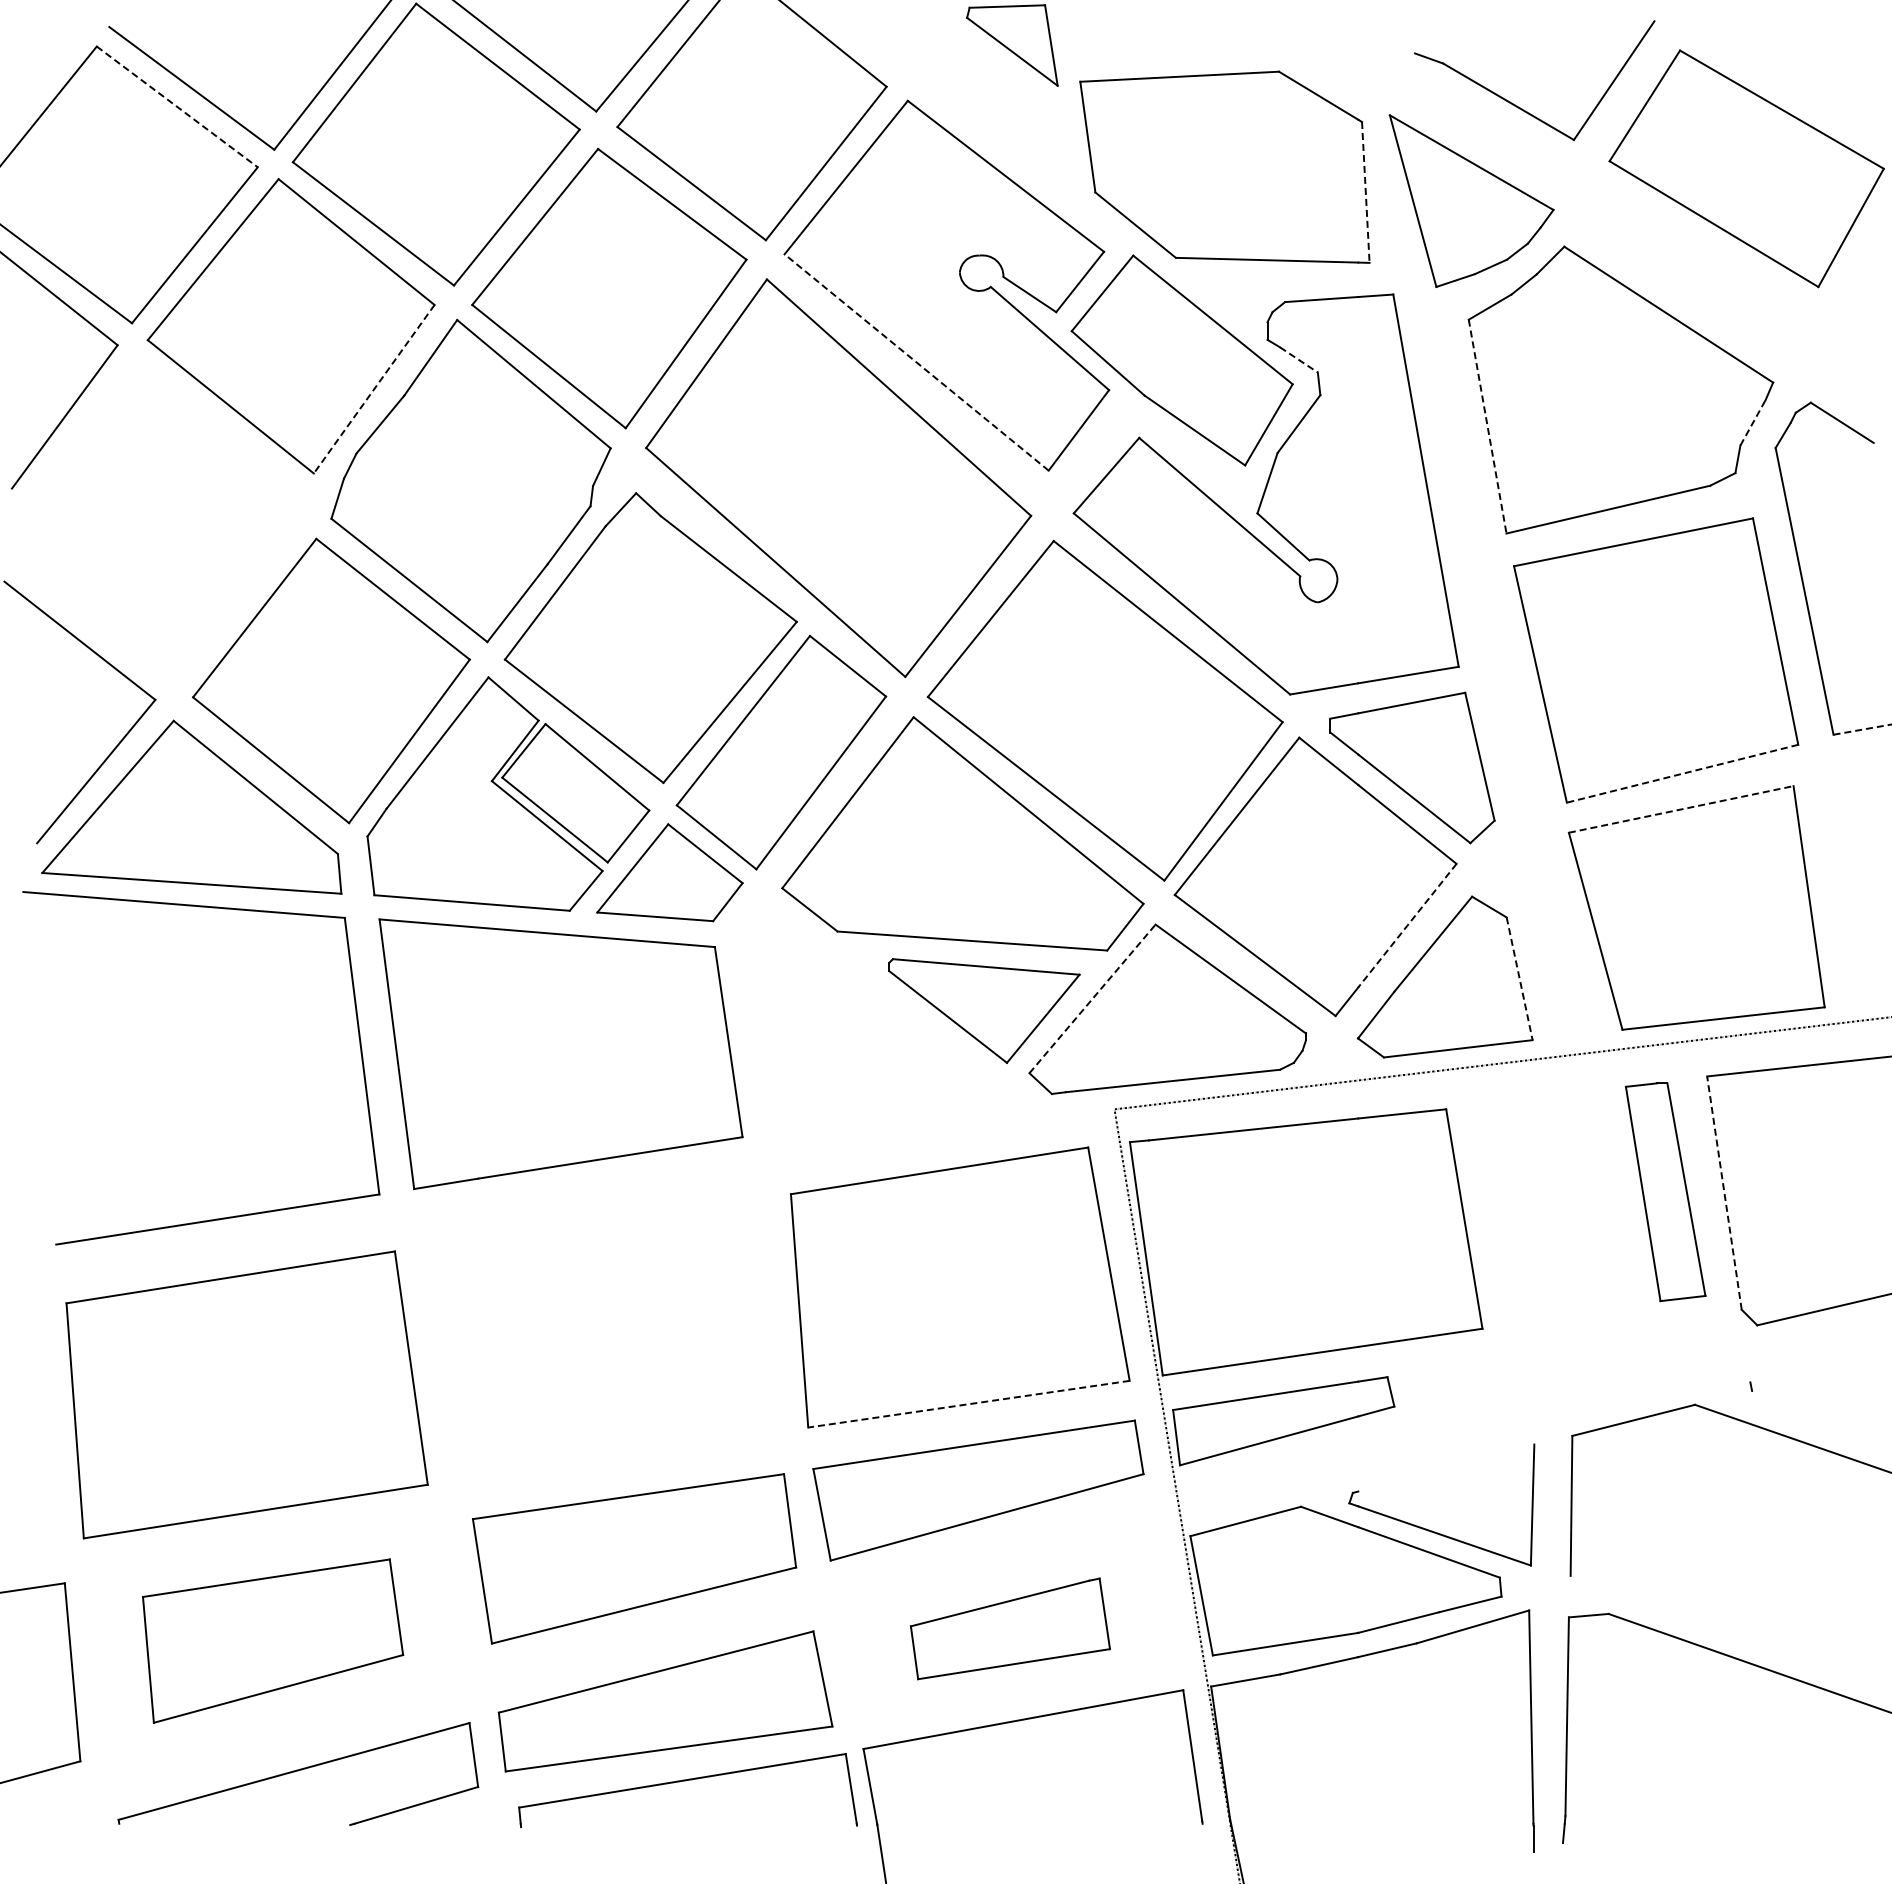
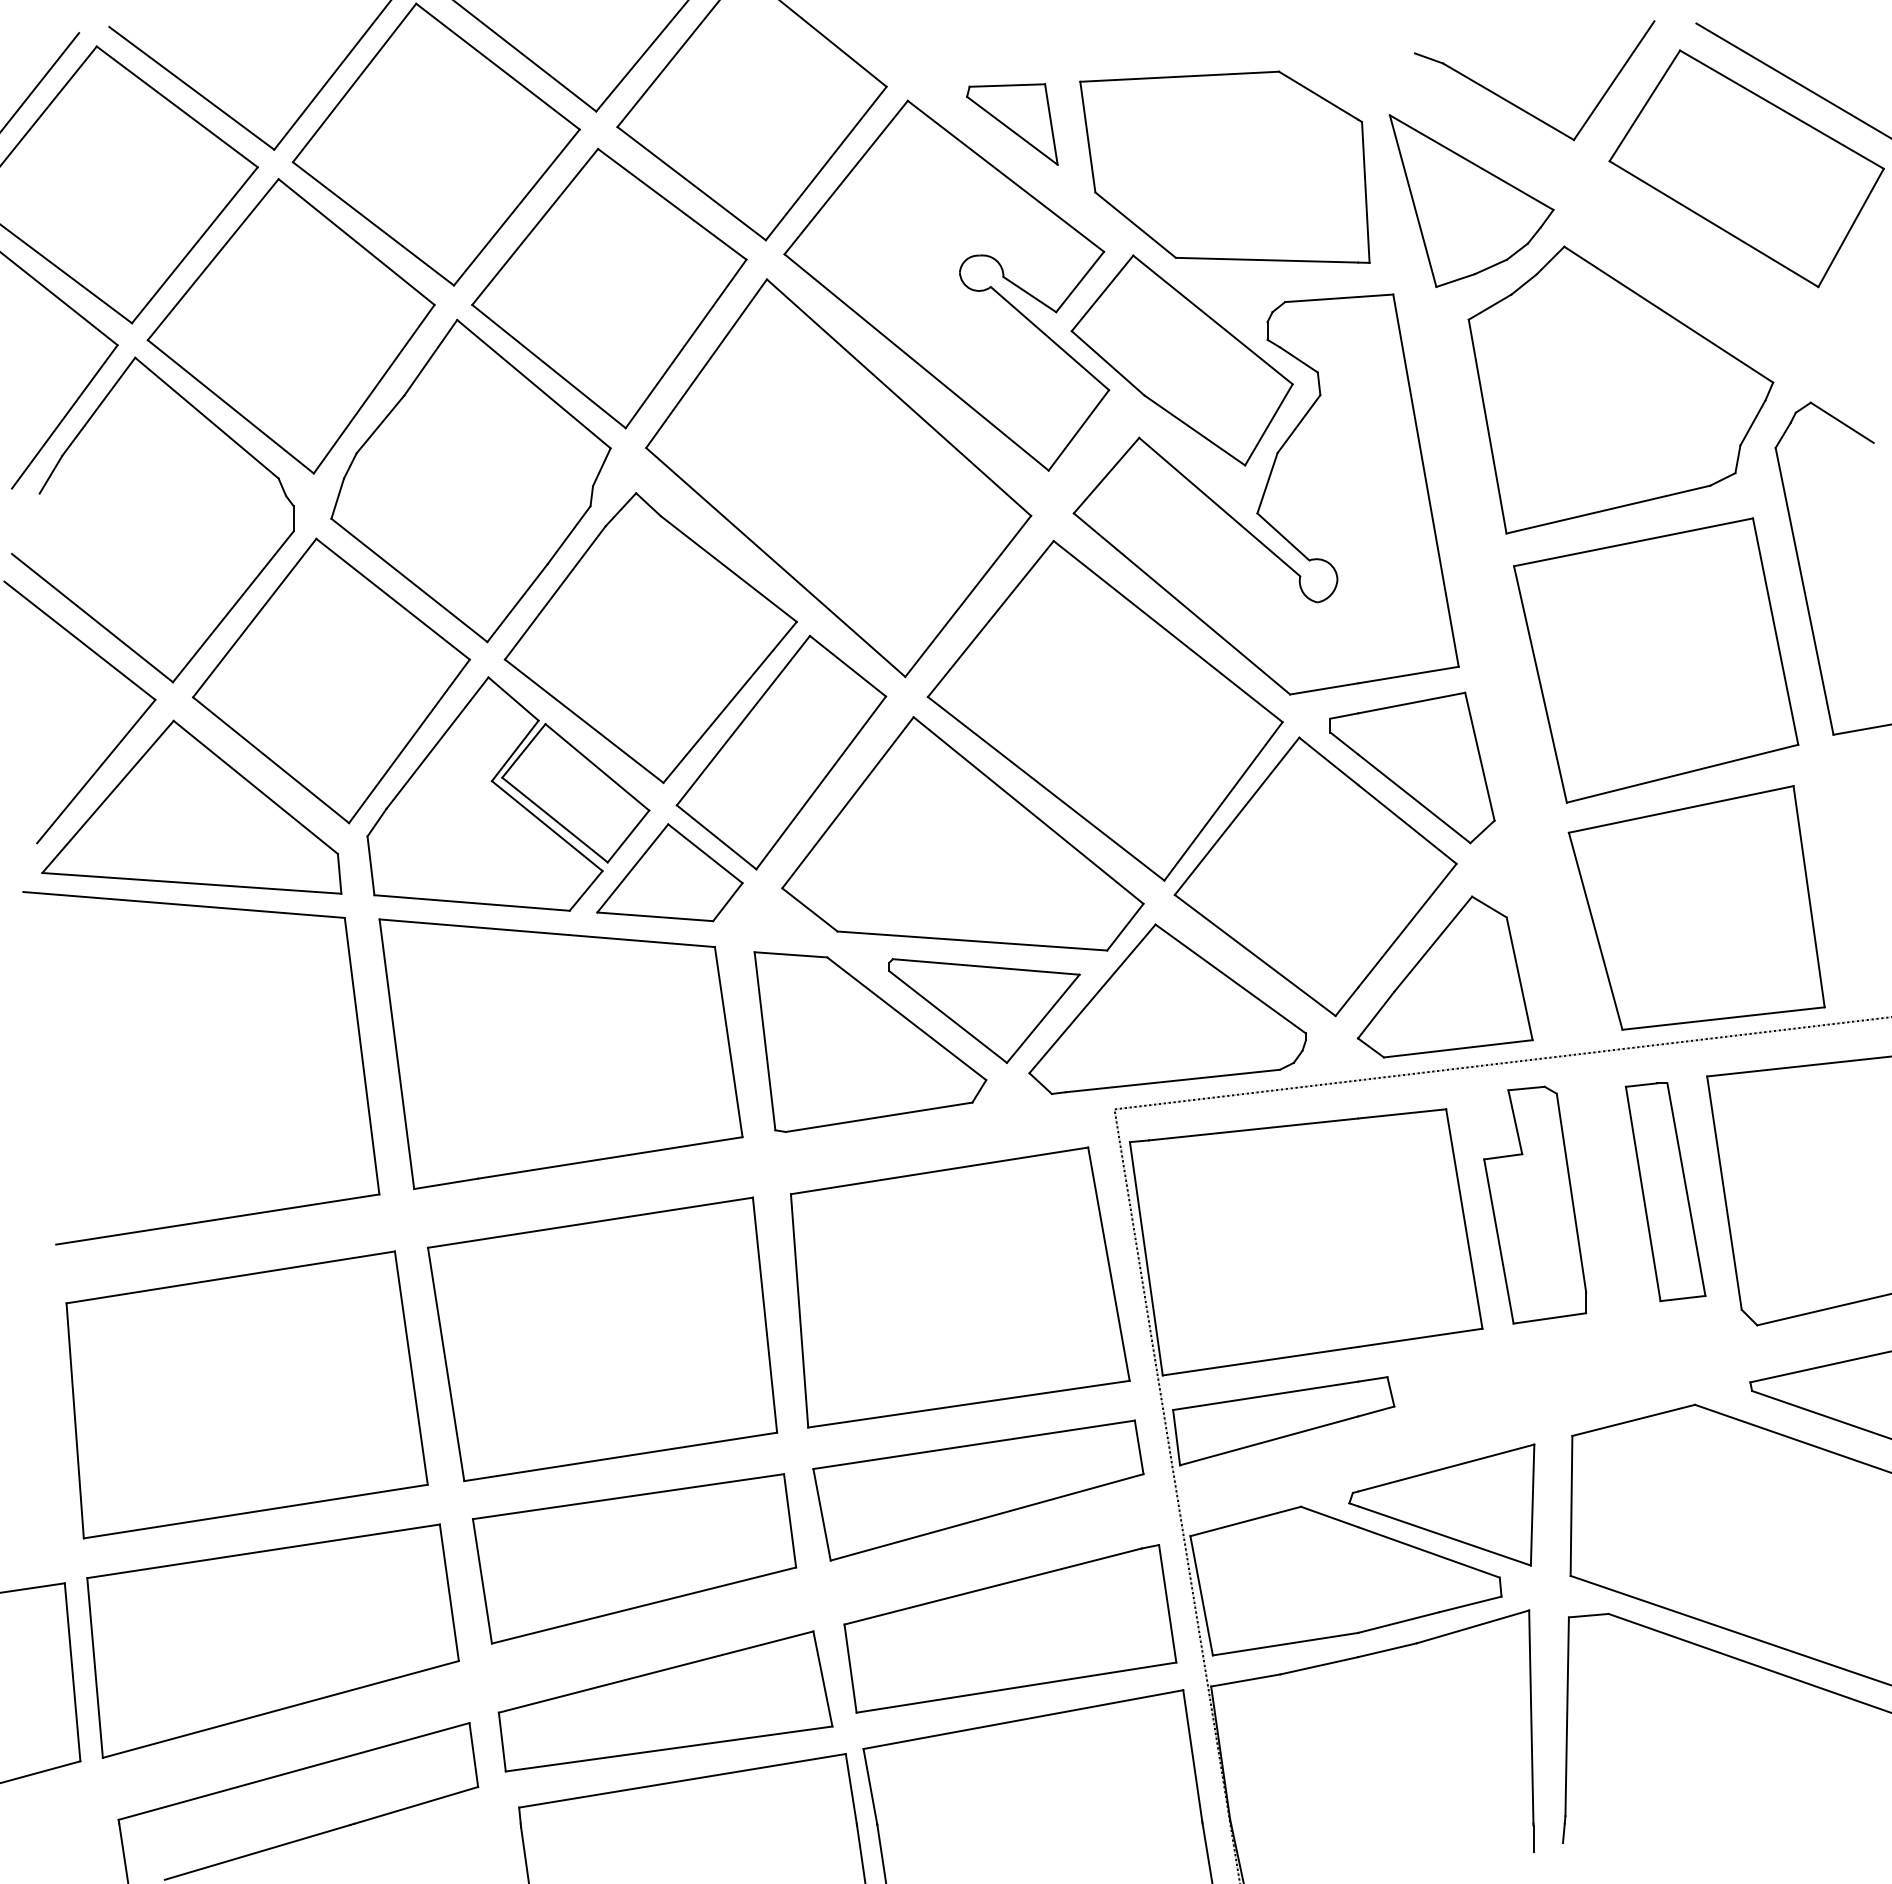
part at (1012, 45) position: (1012, 45) -> (1012, 124)
line at (1792, 79): none -> present
line at (40, 81): none -> present
line at (177, 106): dashed -> solid
line at (1365, 192): dashed -> solid
line at (1298, 359): dashed -> solid
line at (916, 362): dashed -> solid
line at (374, 389): dashed -> solid
line at (1753, 422): dashed -> solid
line at (1487, 426): dashed -> solid
part at (58, 464): none -> present
line at (1862, 729): dashed -> solid
line at (1682, 773): dashed -> solid
line at (1681, 809): dashed -> solid
line at (1407, 925): dashed -> solid
line at (1519, 978): dashed -> solid
line at (1092, 998): dashed -> solid
part at (870, 1041): none -> present
line at (1724, 1193): dashed -> solid
part at (1535, 1204): none -> present
part at (602, 1339): none -> present
line at (1819, 1367): none -> present
line at (968, 1404): dashed -> solid
line at (1820, 1414): none -> present
line at (1446, 1467): none -> present
part at (1009, 1628) size: 202x104 px -> 335x170 px
line at (1729, 1629): none -> present
part at (273, 1640) size: 263x166 px -> 374x236 px
line at (123, 1851): none -> present
line at (1206, 1851): none -> present
line at (257, 1852): none -> present
line at (860, 1852): none -> present
line at (524, 1853): none -> present
